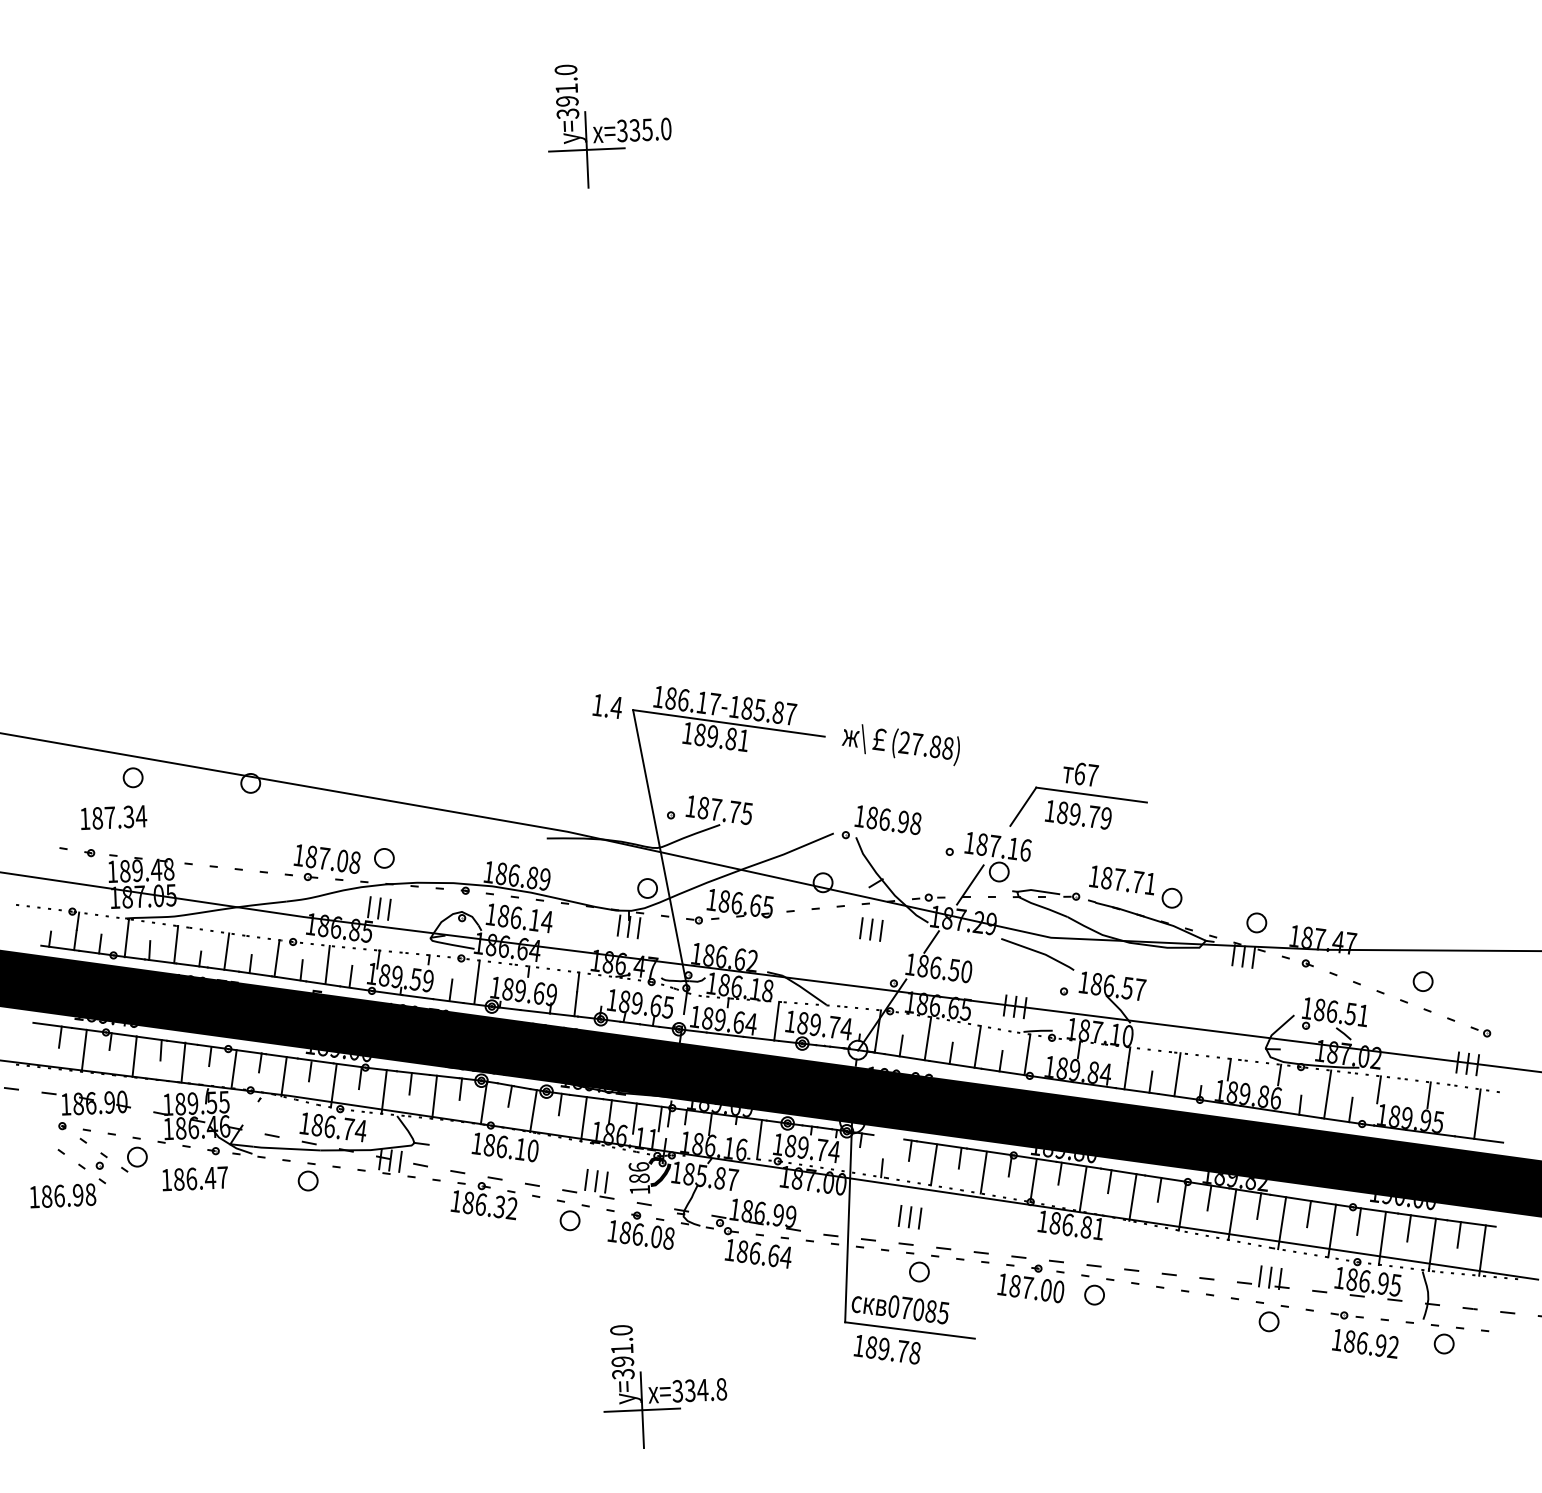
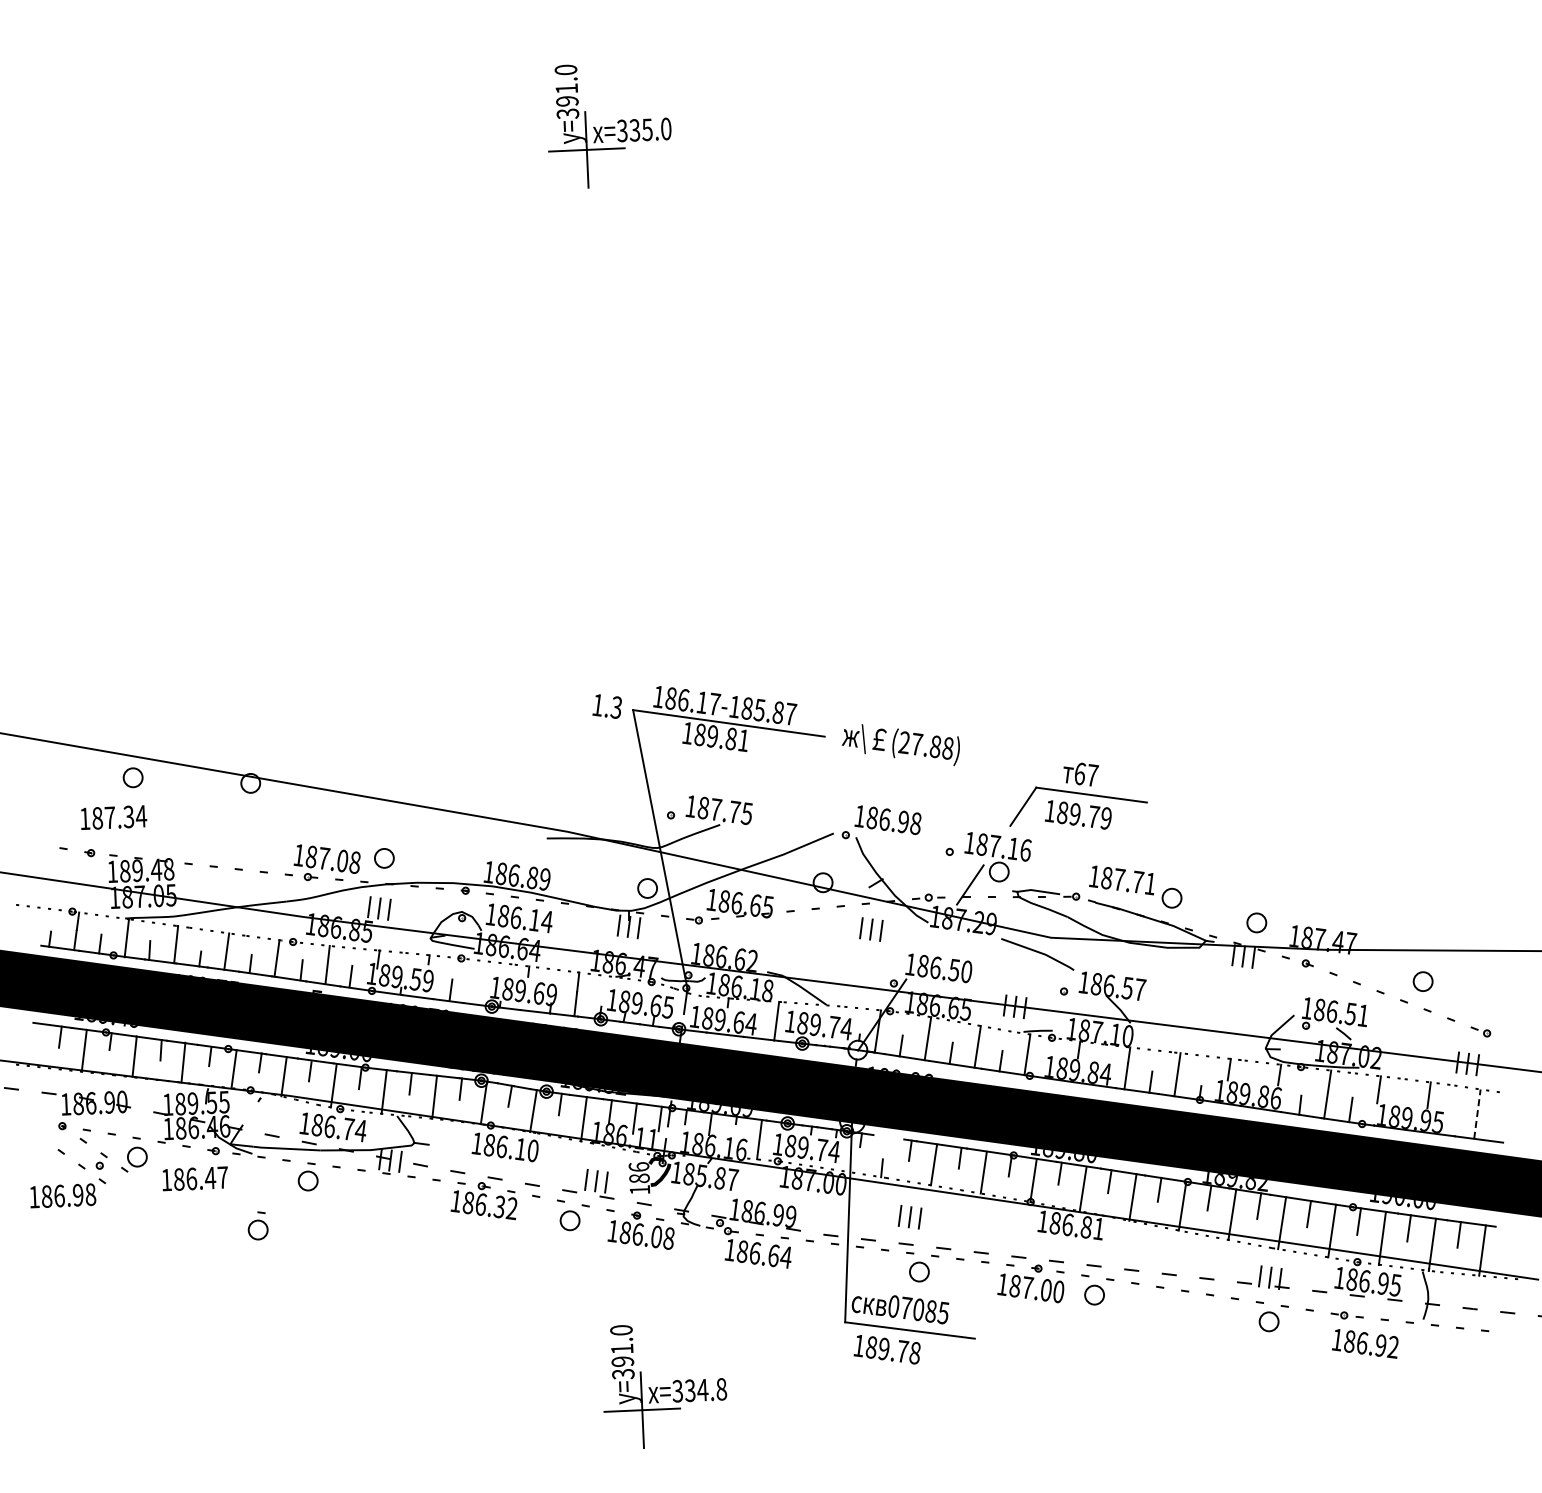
text at (615, 707): 1.4 -> 1.3
line at (931, 941): present -> none
line at (476, 981): present -> none
line at (1477, 1114): solid -> dashed
part at (257, 1225): none -> present
circle at (1443, 1343): present -> none
